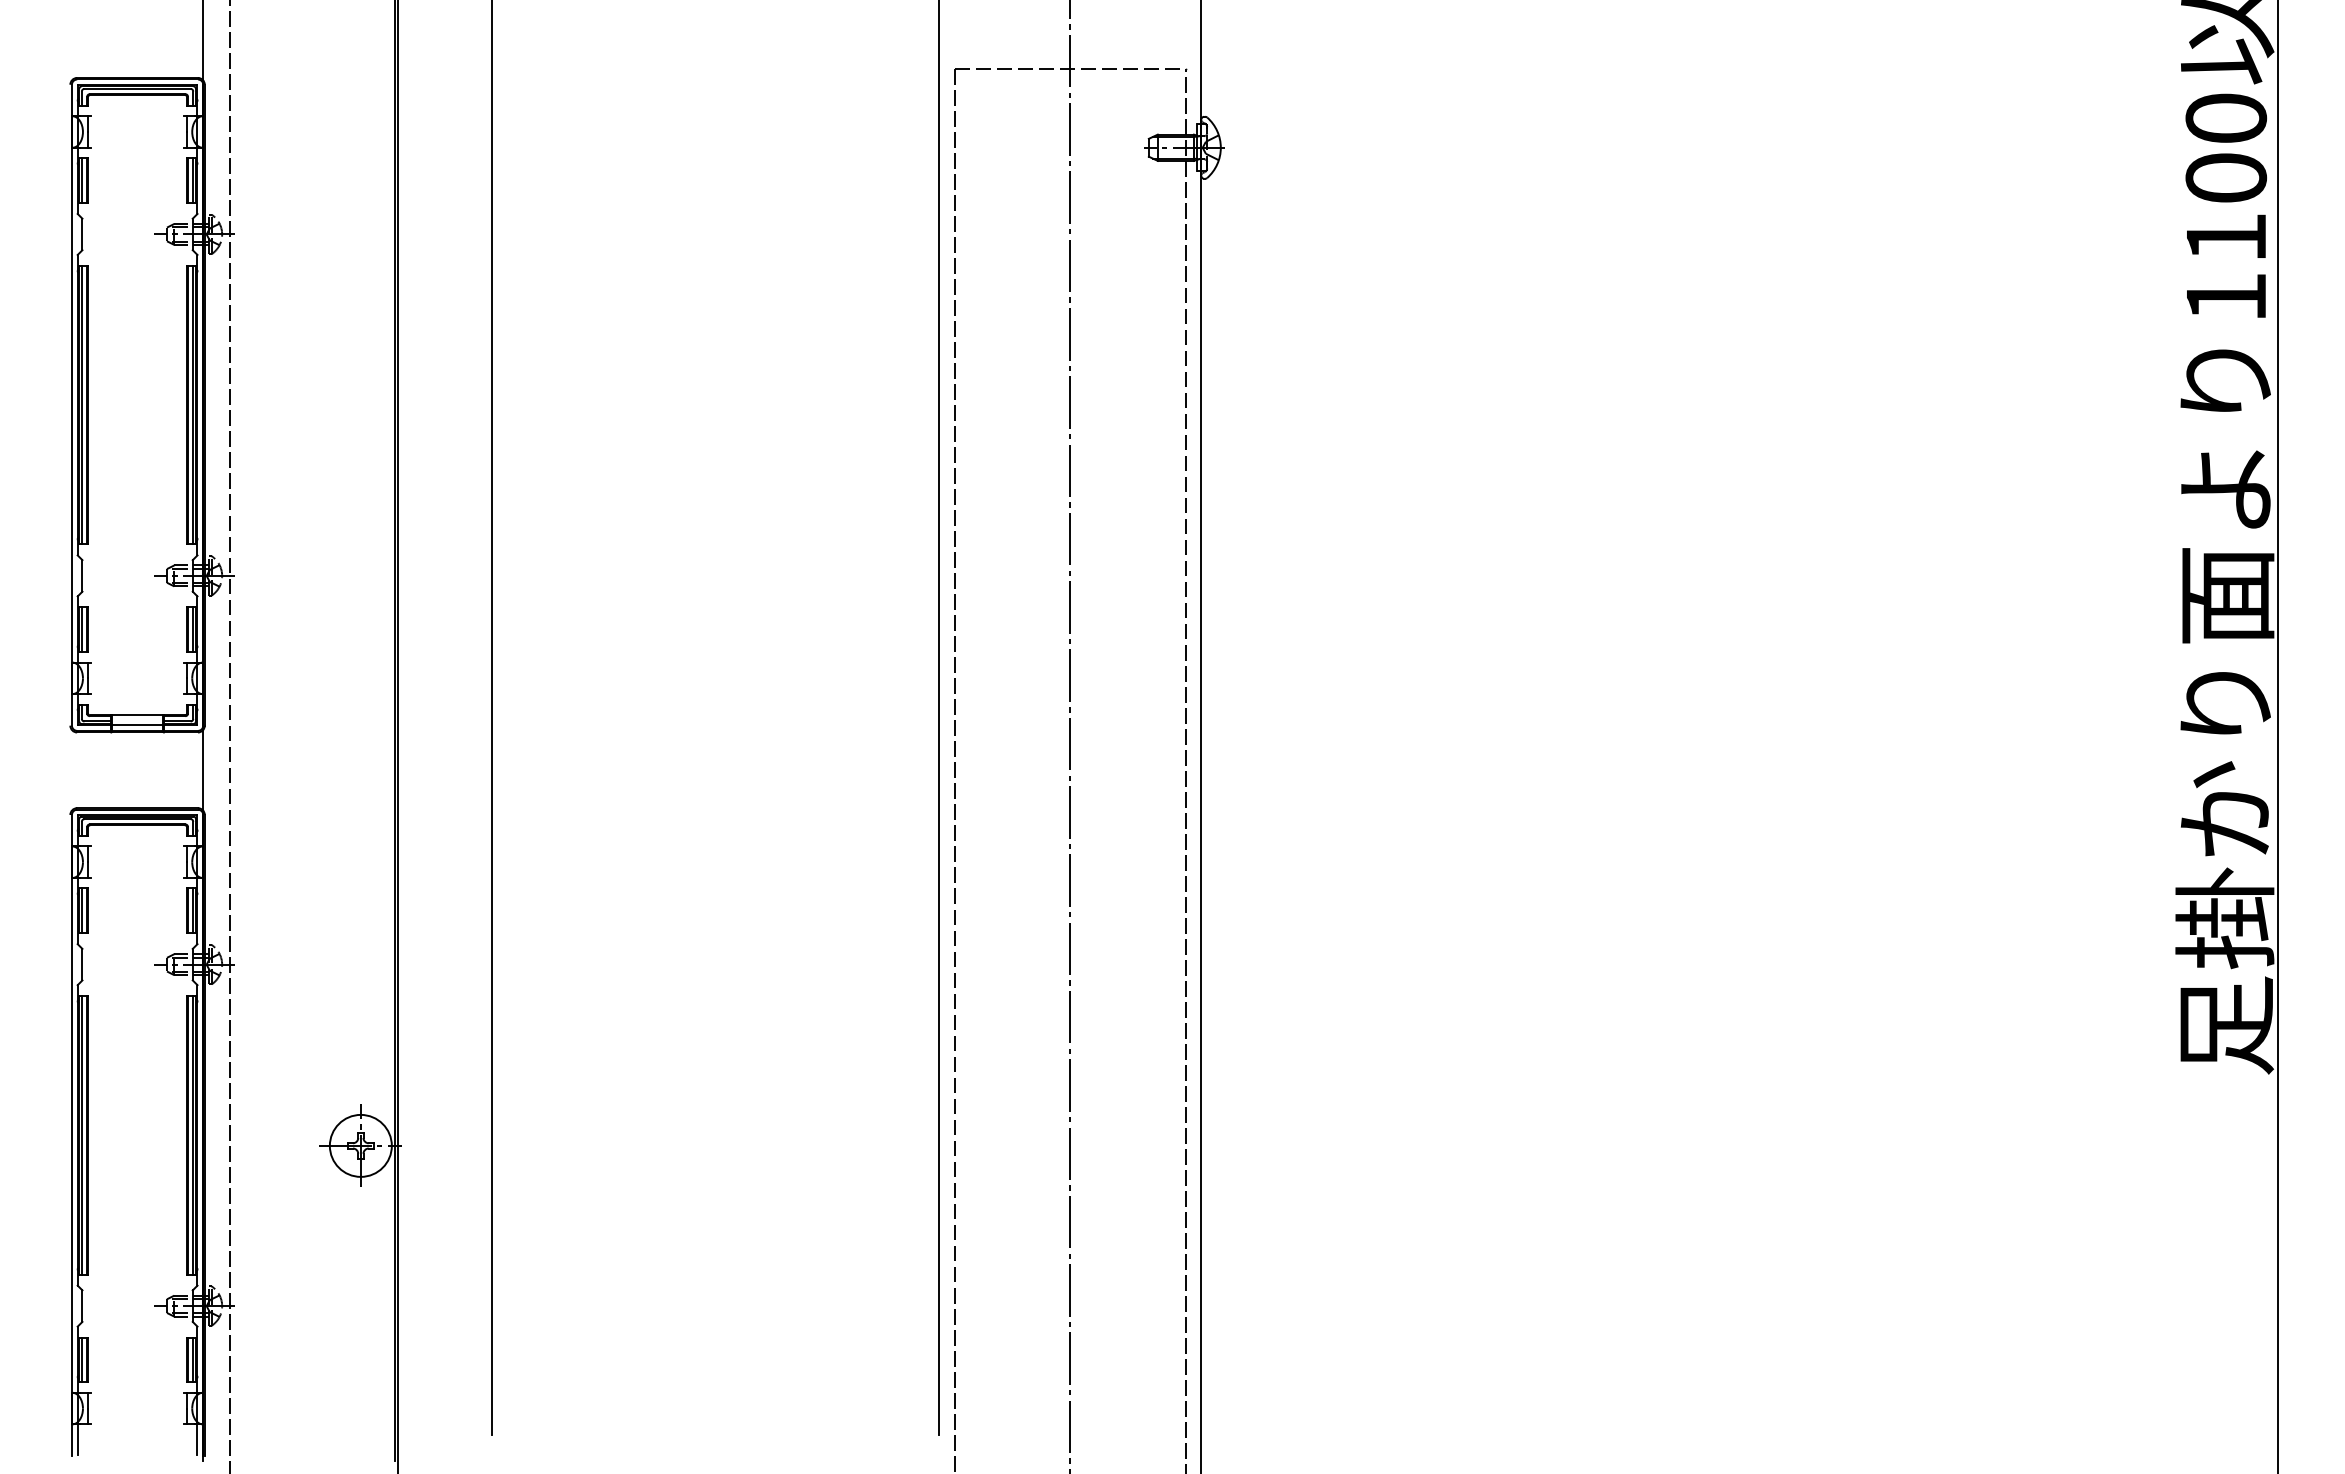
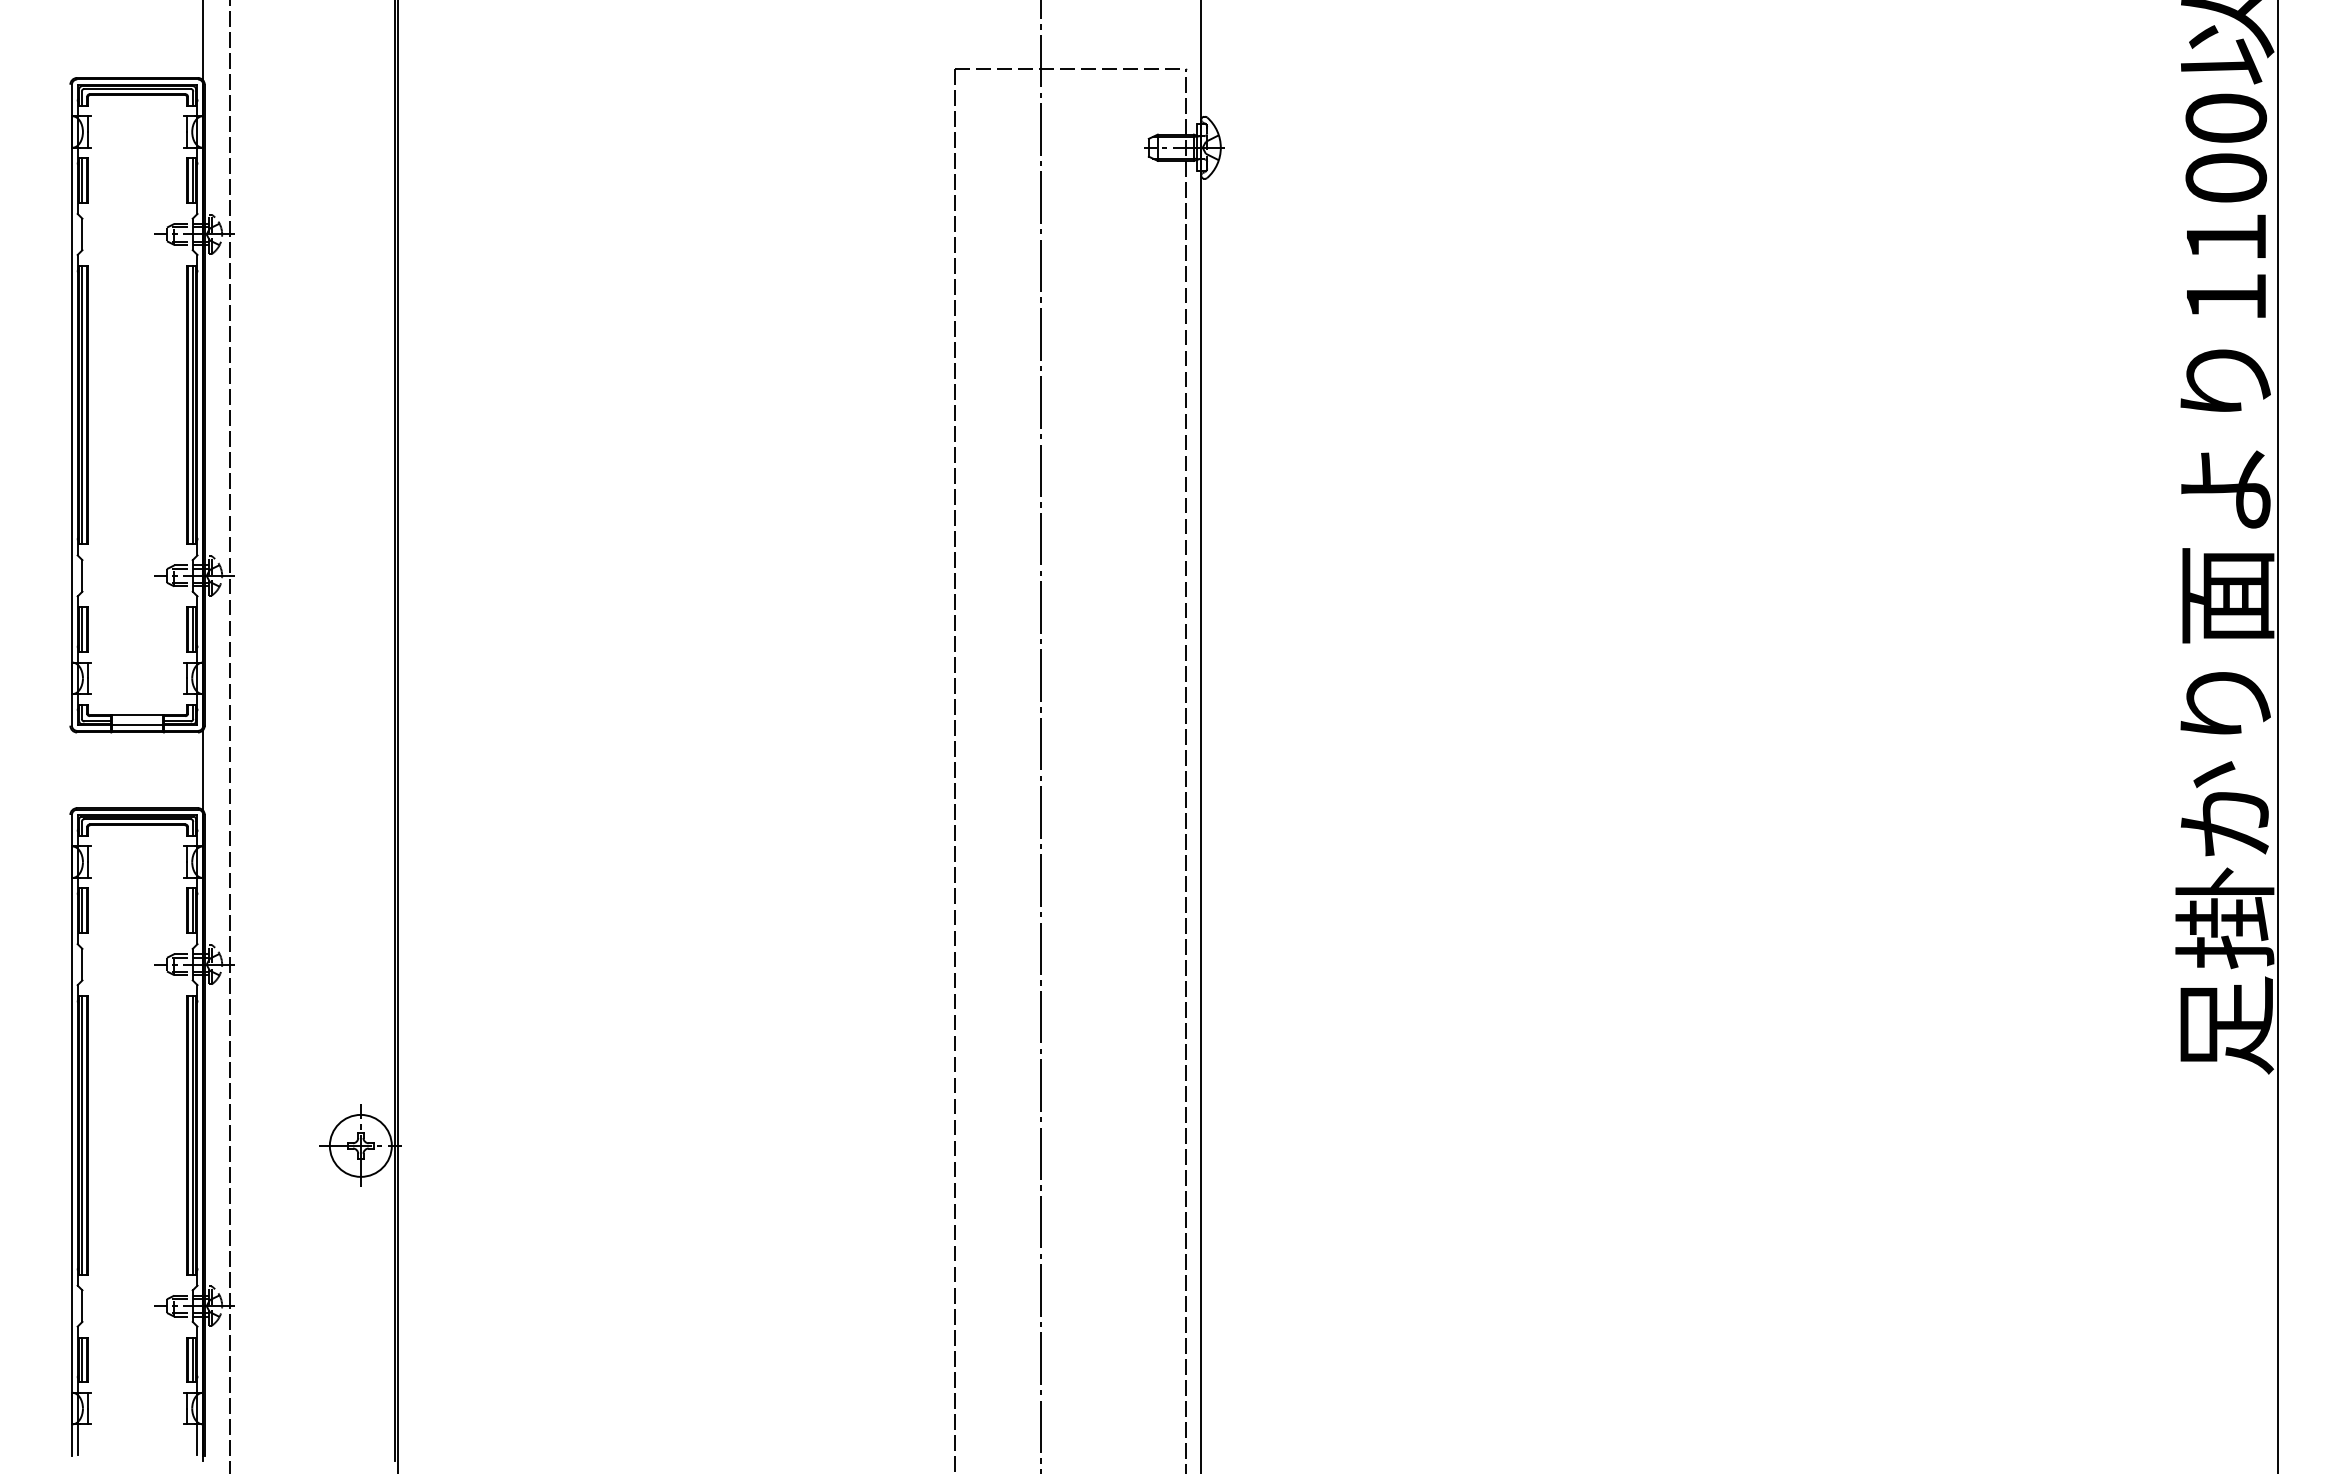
line at (492, 718): present -> none
line at (938, 718): present -> none
line at (1070, 736) position: (1070, 736) -> (1041, 736)
